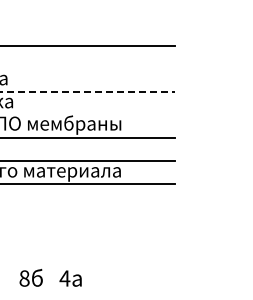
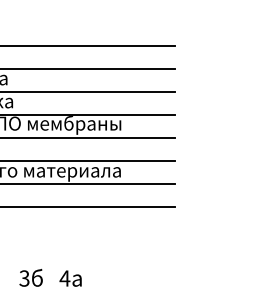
line at (88, 68): none -> present
line at (87, 91): dashed -> solid
line at (88, 114): none -> present
line at (88, 206): none -> present
text at (24, 278): 8 -> 3
